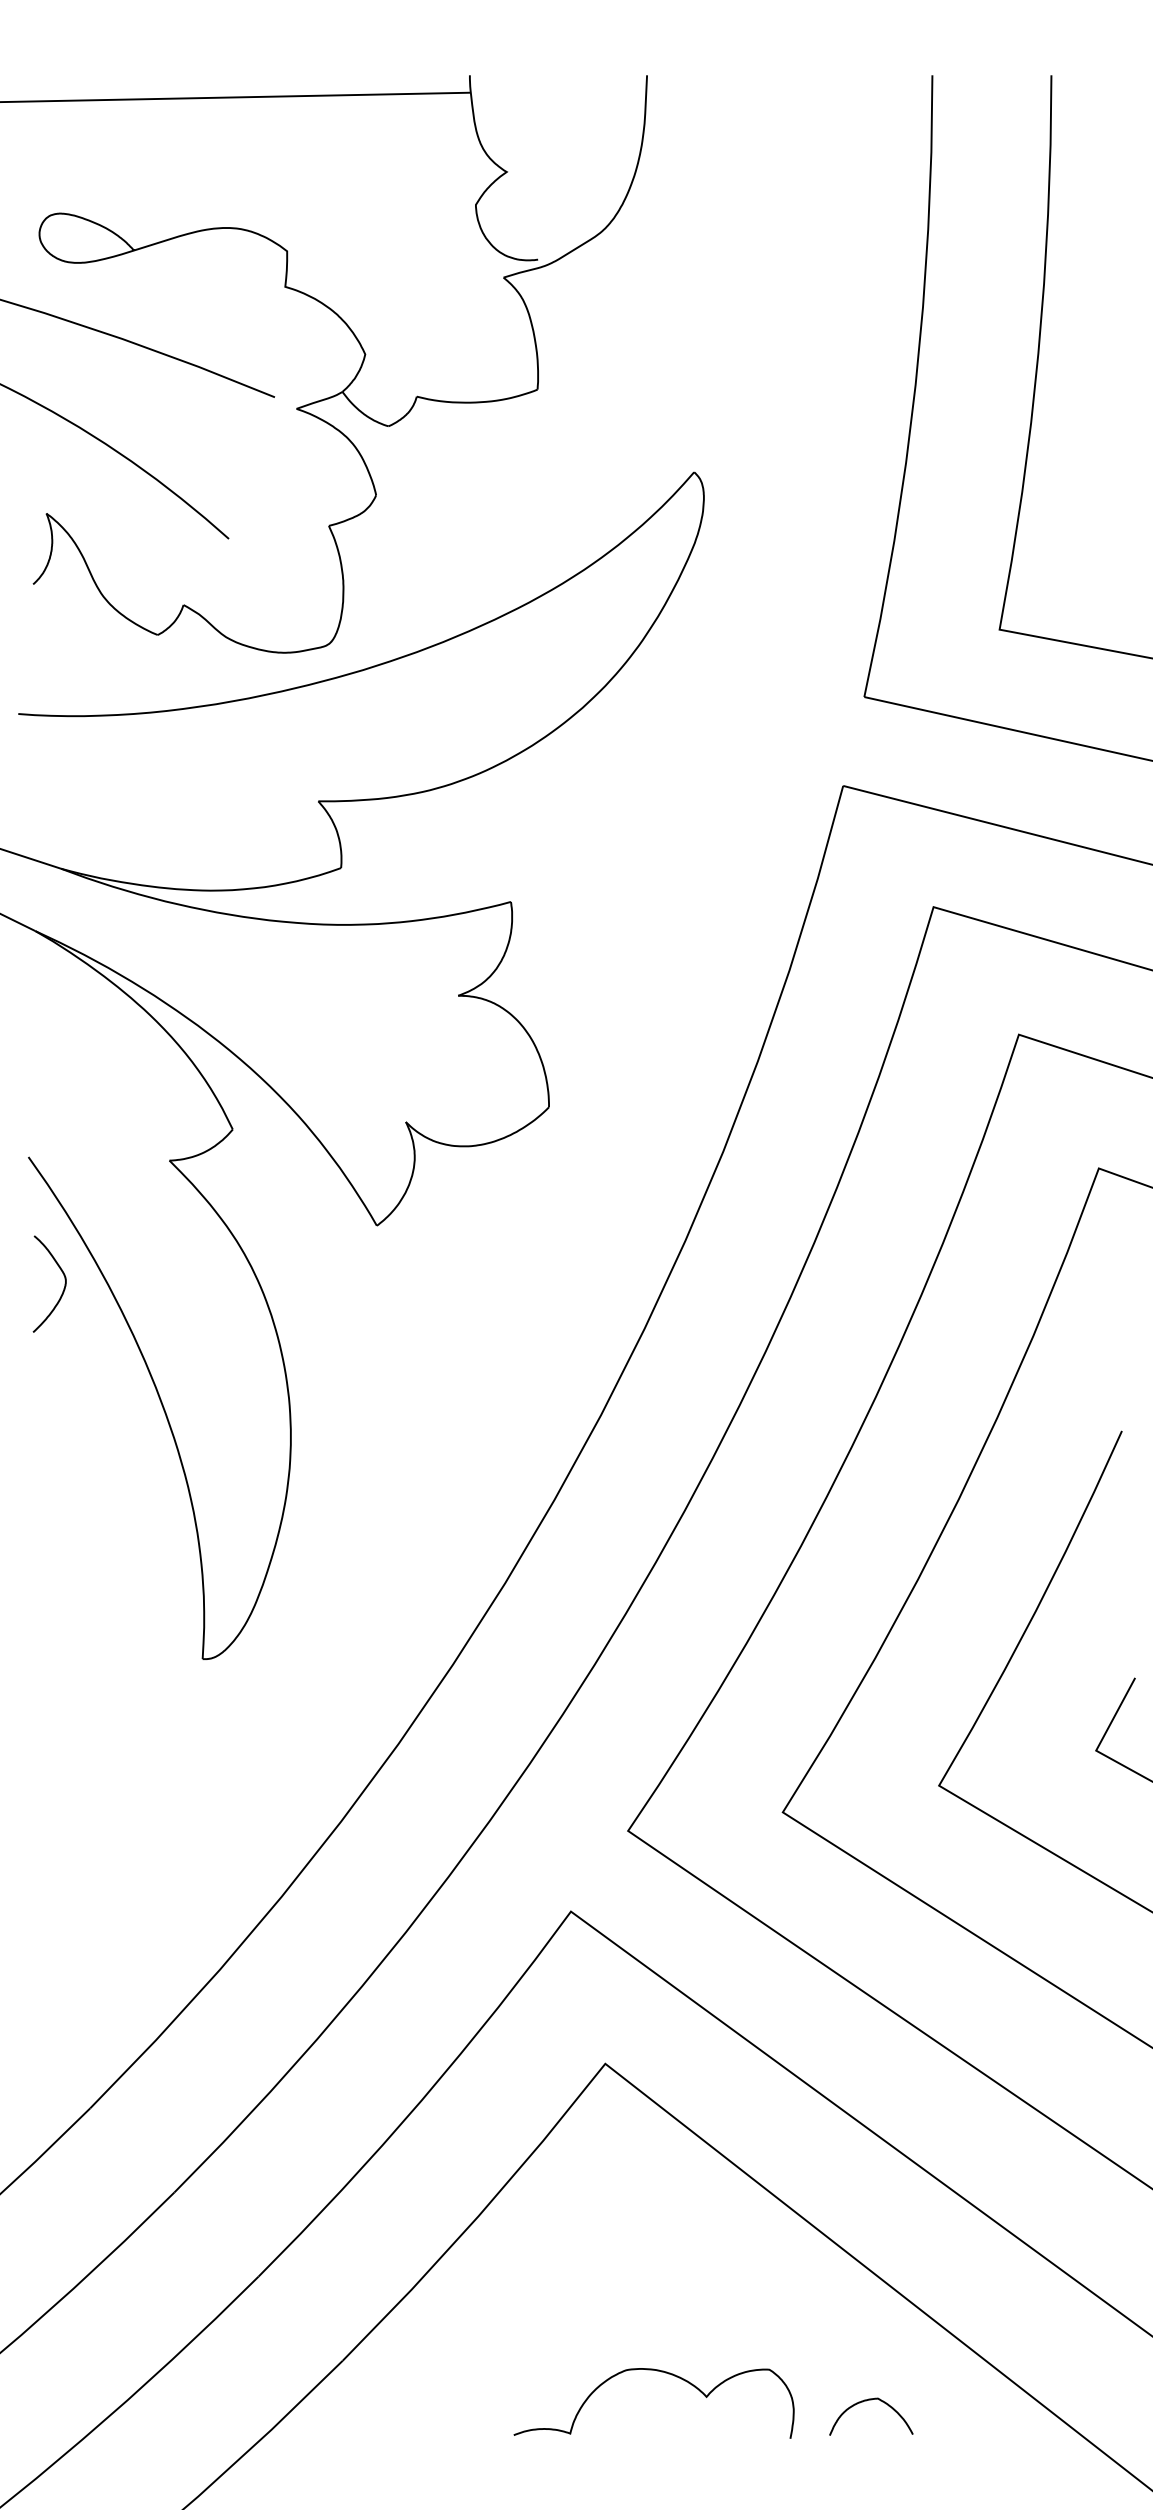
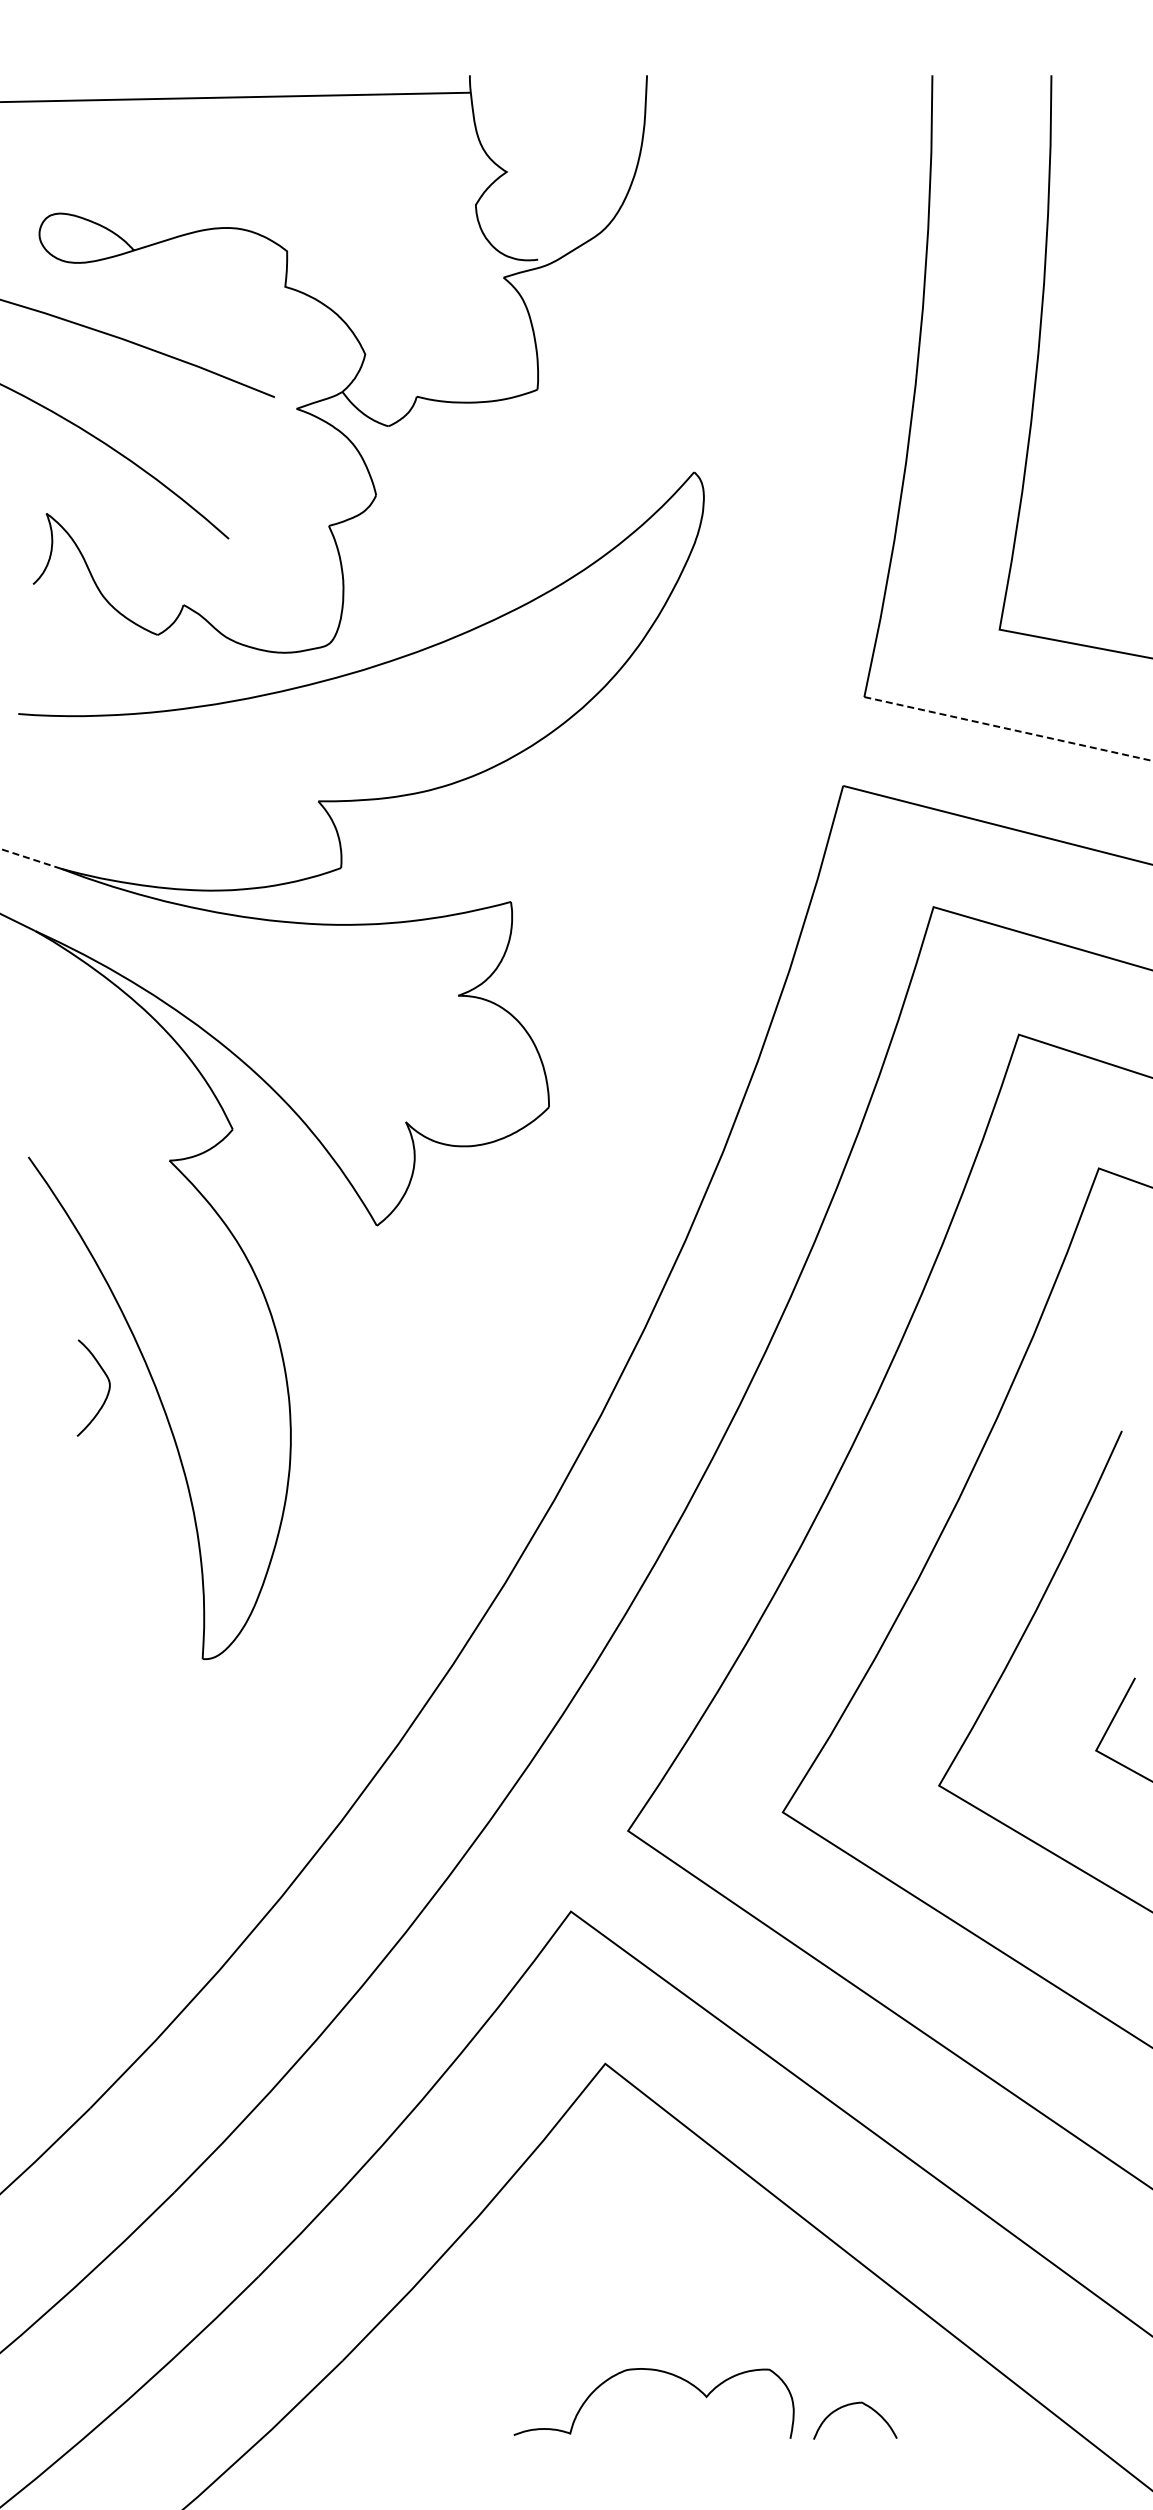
line at (1008, 729): solid -> dashed
line at (30, 858): solid -> dashed
curve at (63, 1288) position: (63, 1288) -> (107, 1392)
curve at (866, 2401) position: (866, 2401) -> (850, 2405)
